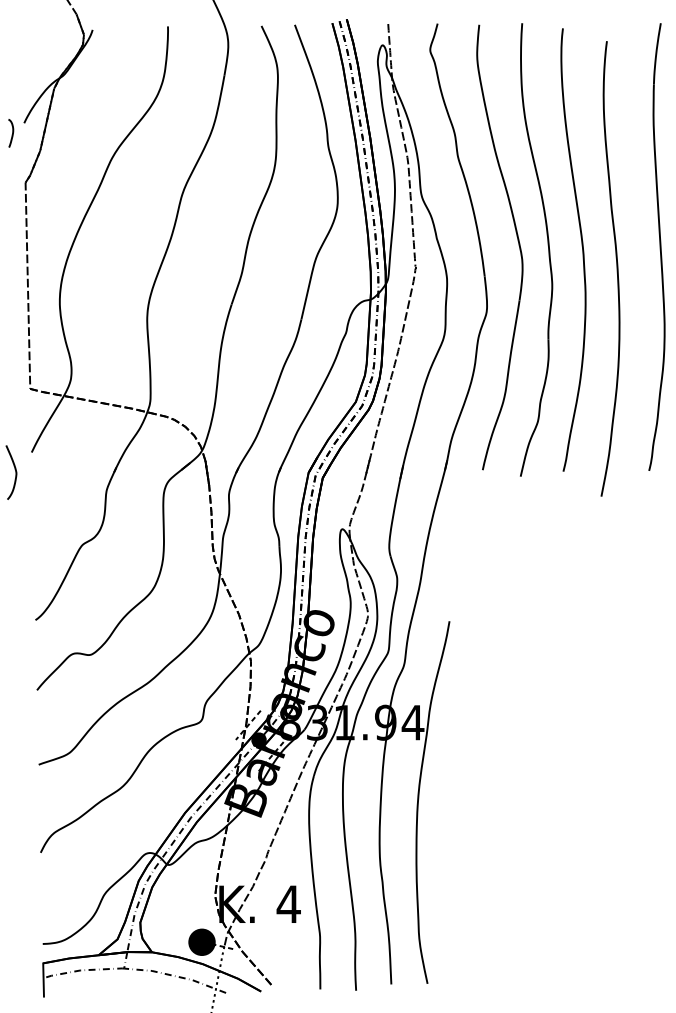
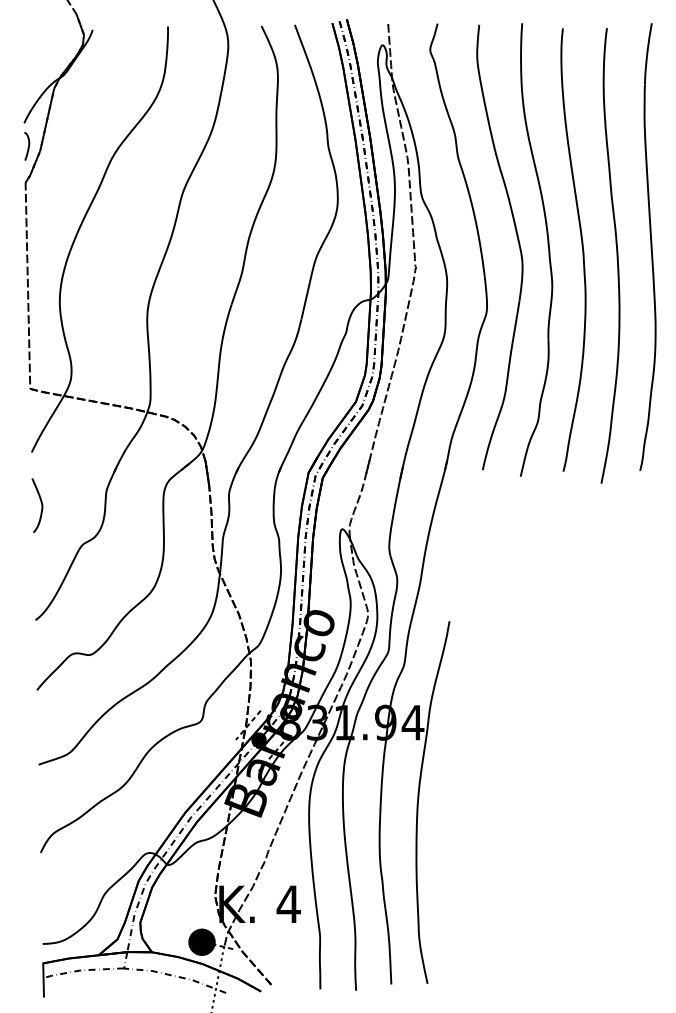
curve at (12, 133) position: (12, 133) -> (28, 146)
part at (656, 246) position: (656, 246) -> (647, 246)
curve at (616, 268) position: (616, 268) -> (616, 255)
curve at (15, 472) position: (15, 472) -> (41, 505)
